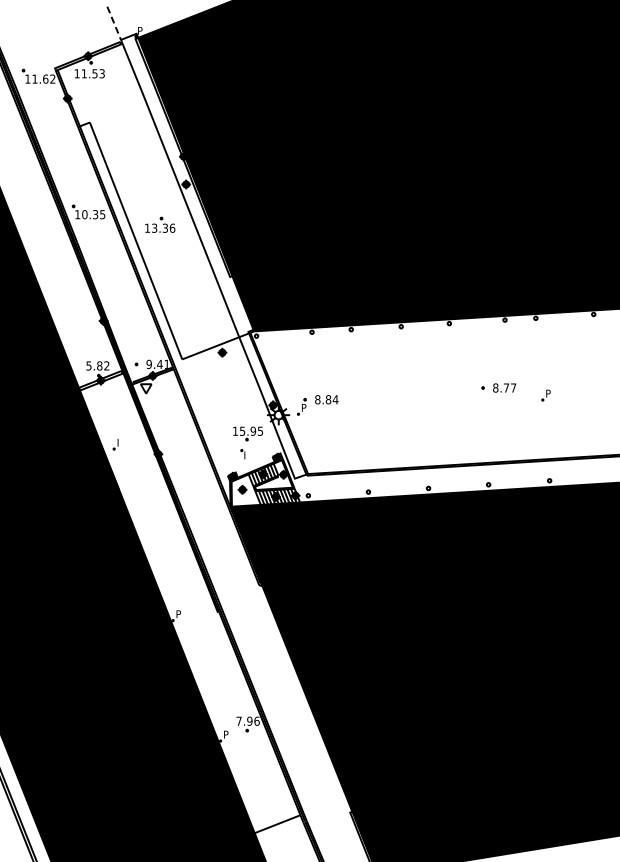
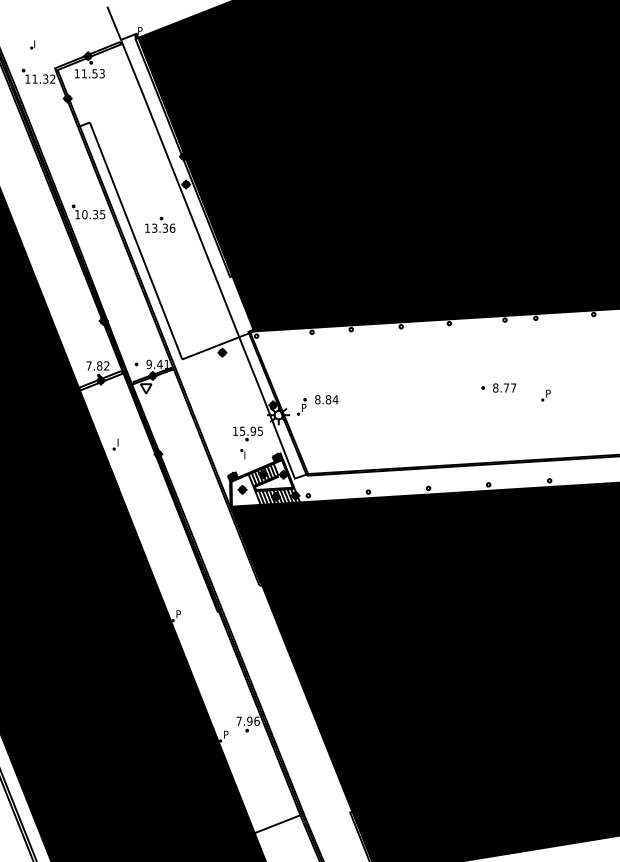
line at (114, 23): dashed -> solid
part at (32, 44): none -> present
text at (45, 78): 11.62 -> 11.32
text at (88, 365): 5.82 -> 7.82
